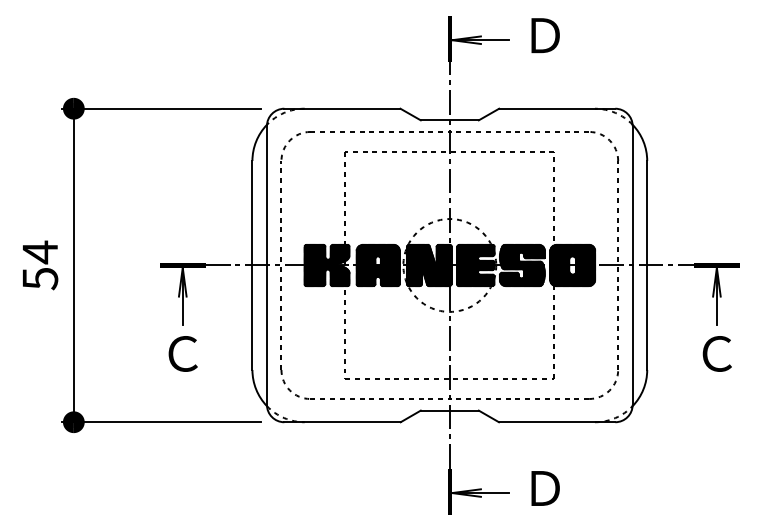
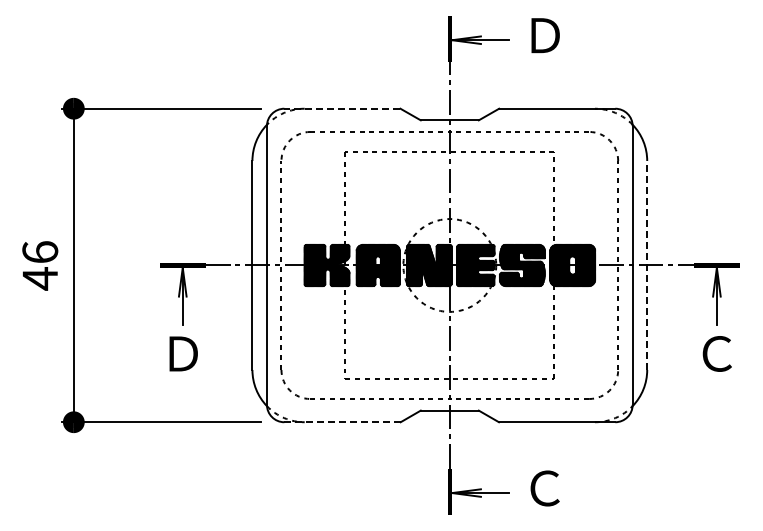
line at (341, 108): solid -> dashed
text at (40, 265): 54 -> 46
line at (647, 265): solid -> dashed
text at (182, 353): Ｃ -> Ｄ
line at (343, 422): solid -> dashed
text at (544, 488): Ｄ -> Ｃ
